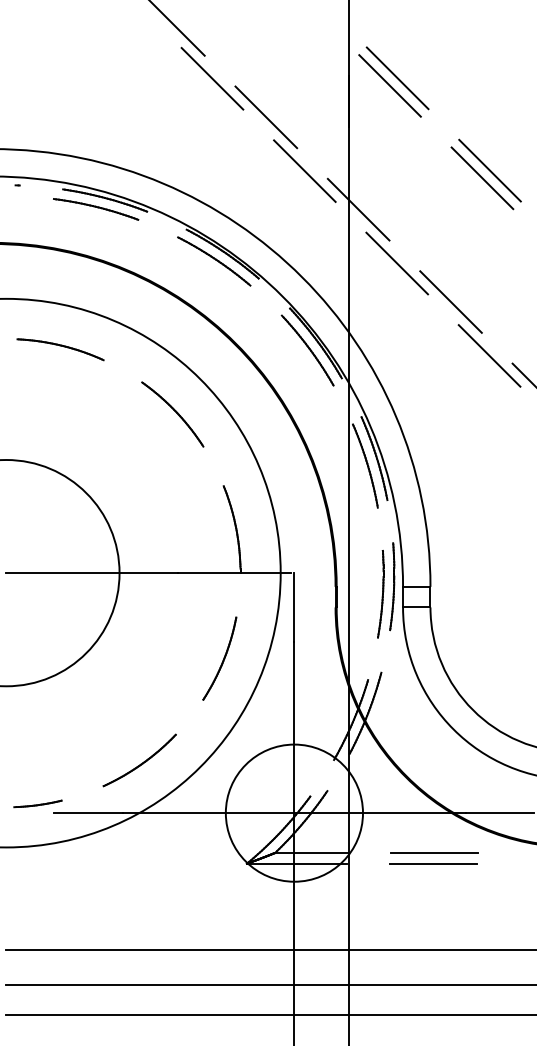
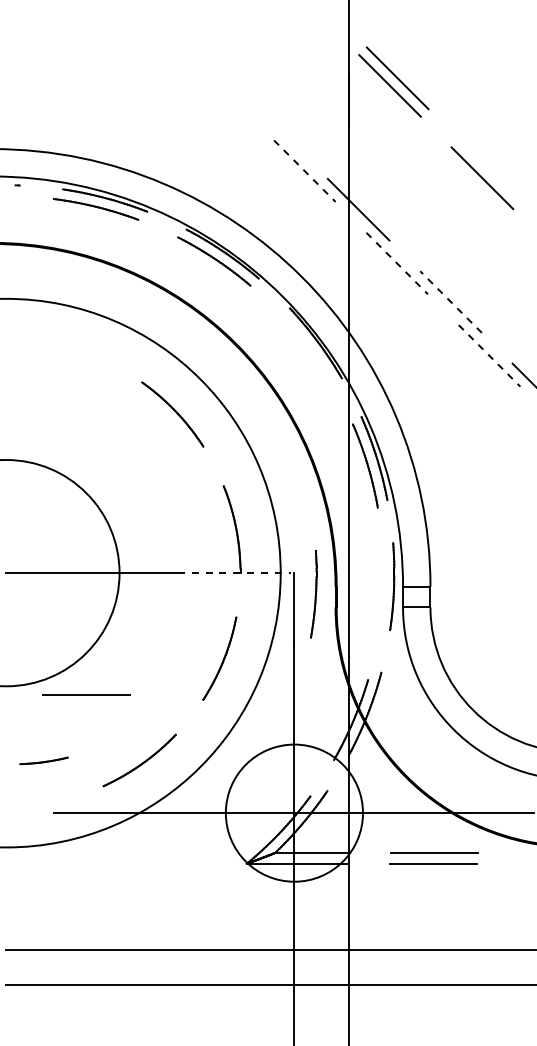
line at (177, 28): present -> none
line at (212, 78): present -> none
line at (266, 117): present -> none
line at (489, 170): present -> none
line at (304, 171): solid -> dashed
line at (397, 263): solid -> dashed
line at (451, 302): solid -> dashed
part at (60, 349): present -> none
part at (307, 350): present -> none
line at (489, 355): solid -> dashed
line at (234, 573): solid -> dashed
part at (380, 594) position: (380, 594) -> (313, 594)
line at (86, 694): none -> present
part at (37, 803) position: (37, 803) -> (43, 760)
line at (269, 1014): present -> none
